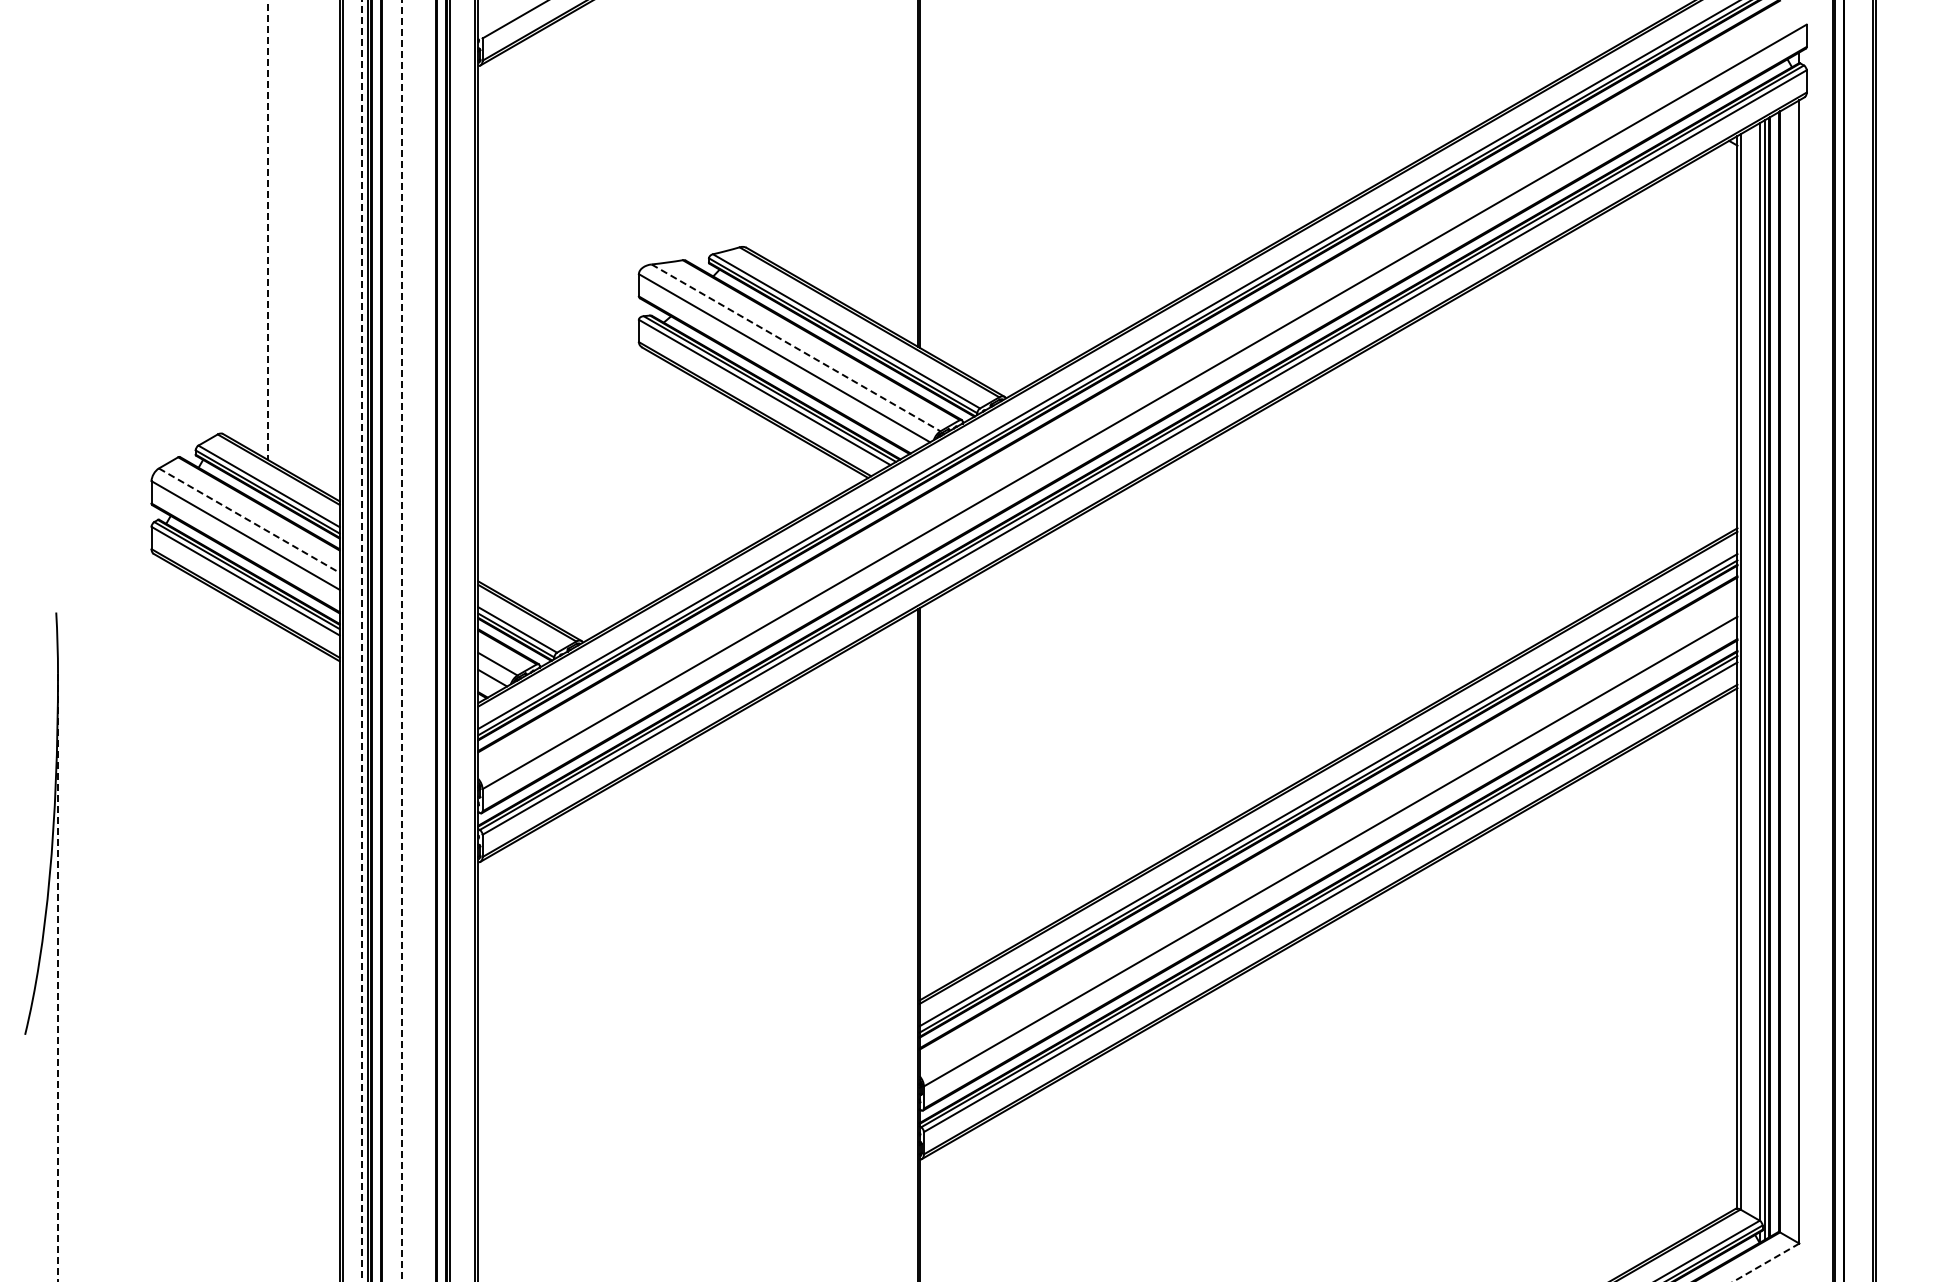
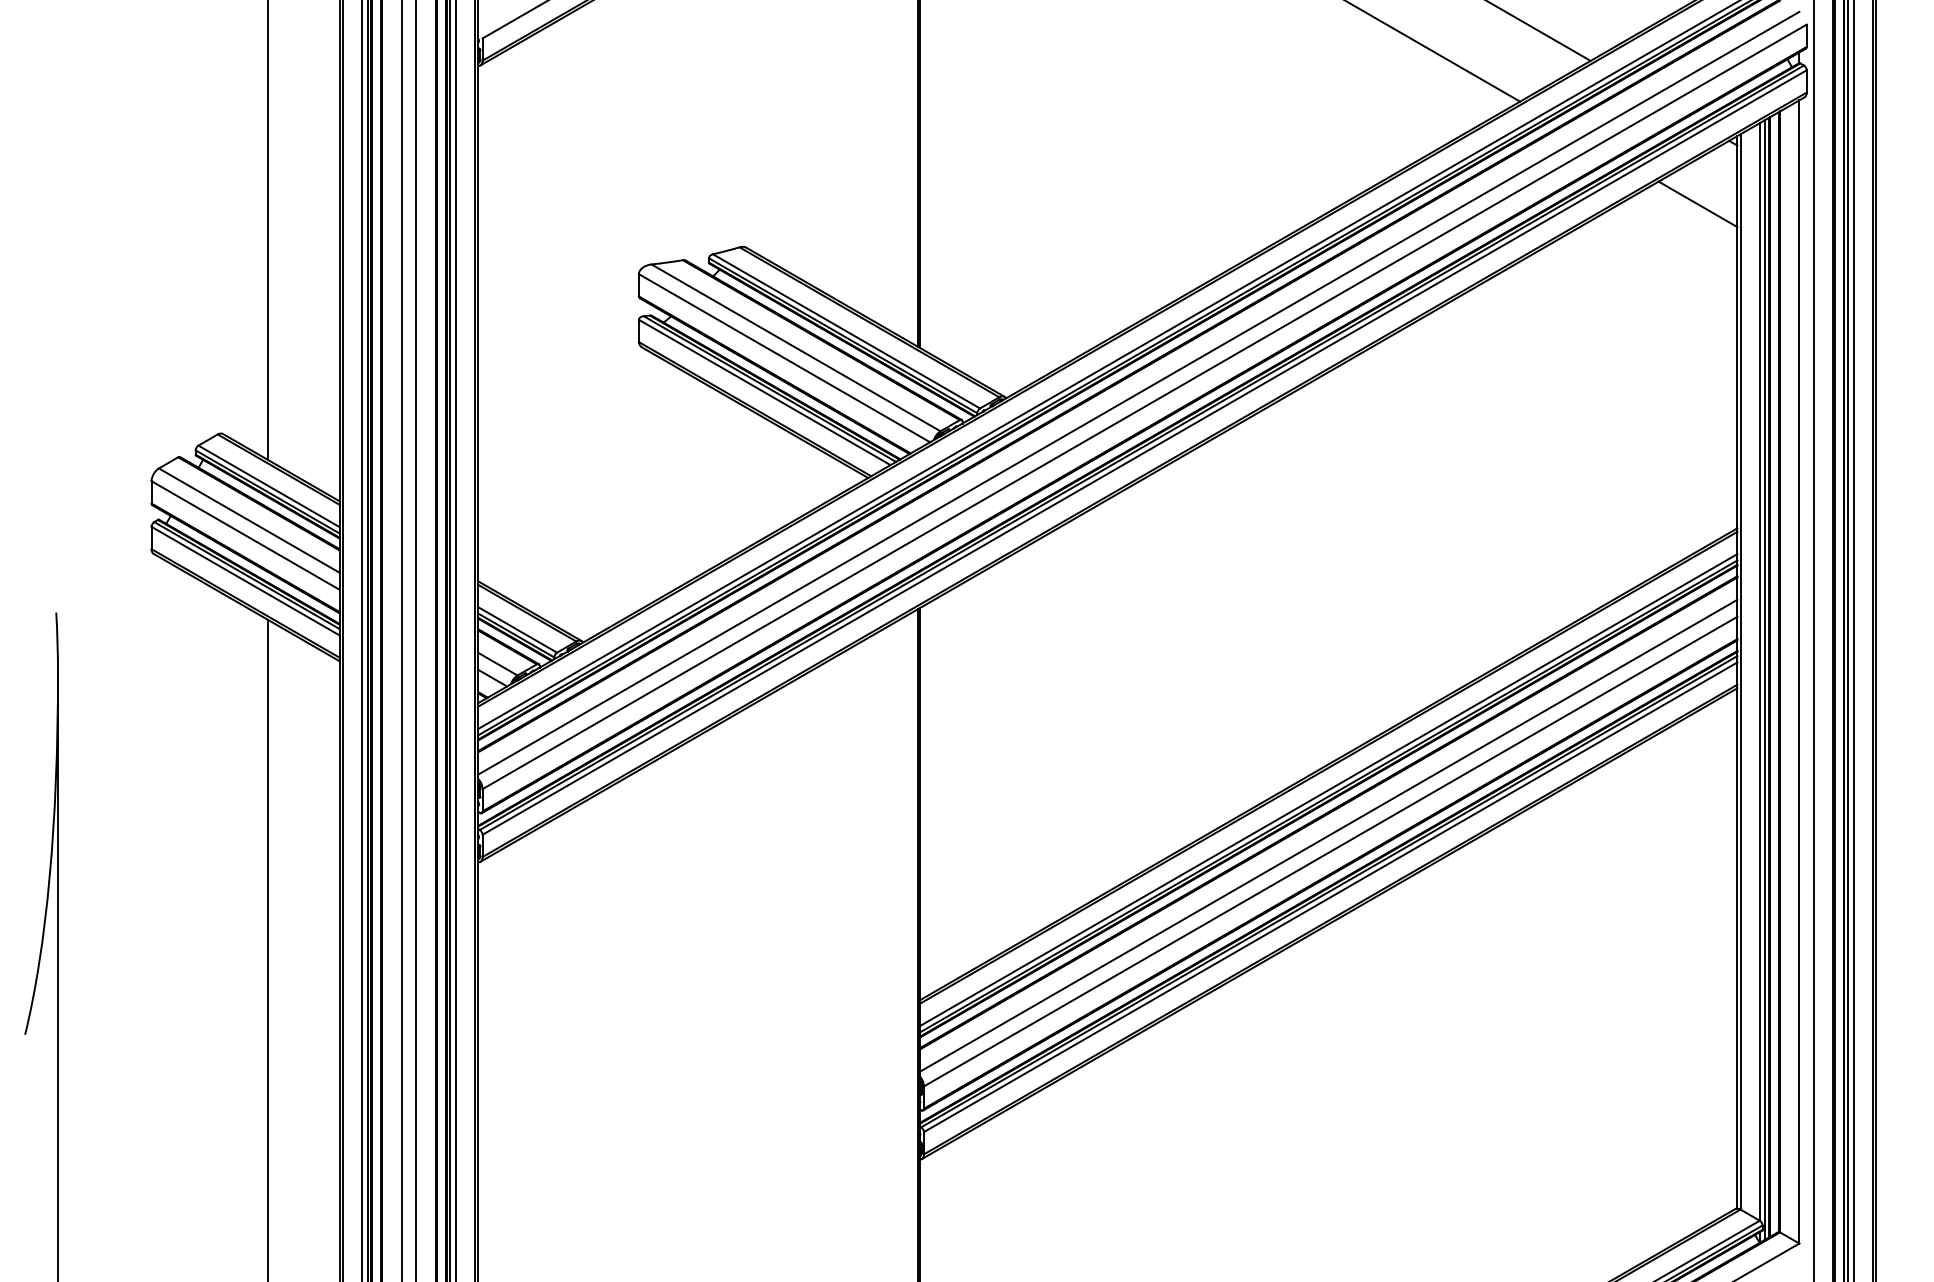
line at (1539, 31): none -> present
line at (1433, 51): none -> present
line at (1697, 204): none -> present
line at (267, 230): dashed -> solid
line at (796, 347): dashed -> solid
line at (1138, 392): none -> present
line at (249, 520): dashed -> solid
line at (362, 640): dashed -> solid
line at (401, 640): dashed -> solid
line at (416, 640): none -> present
line at (455, 640): none -> present
line at (1814, 640): none -> present
line at (1848, 640): none -> present
line at (1853, 640): none -> present
line at (1328, 835): none -> present
line at (267, 948): none -> present
line at (58, 977): dashed -> solid
line at (1766, 1262): dashed -> solid
